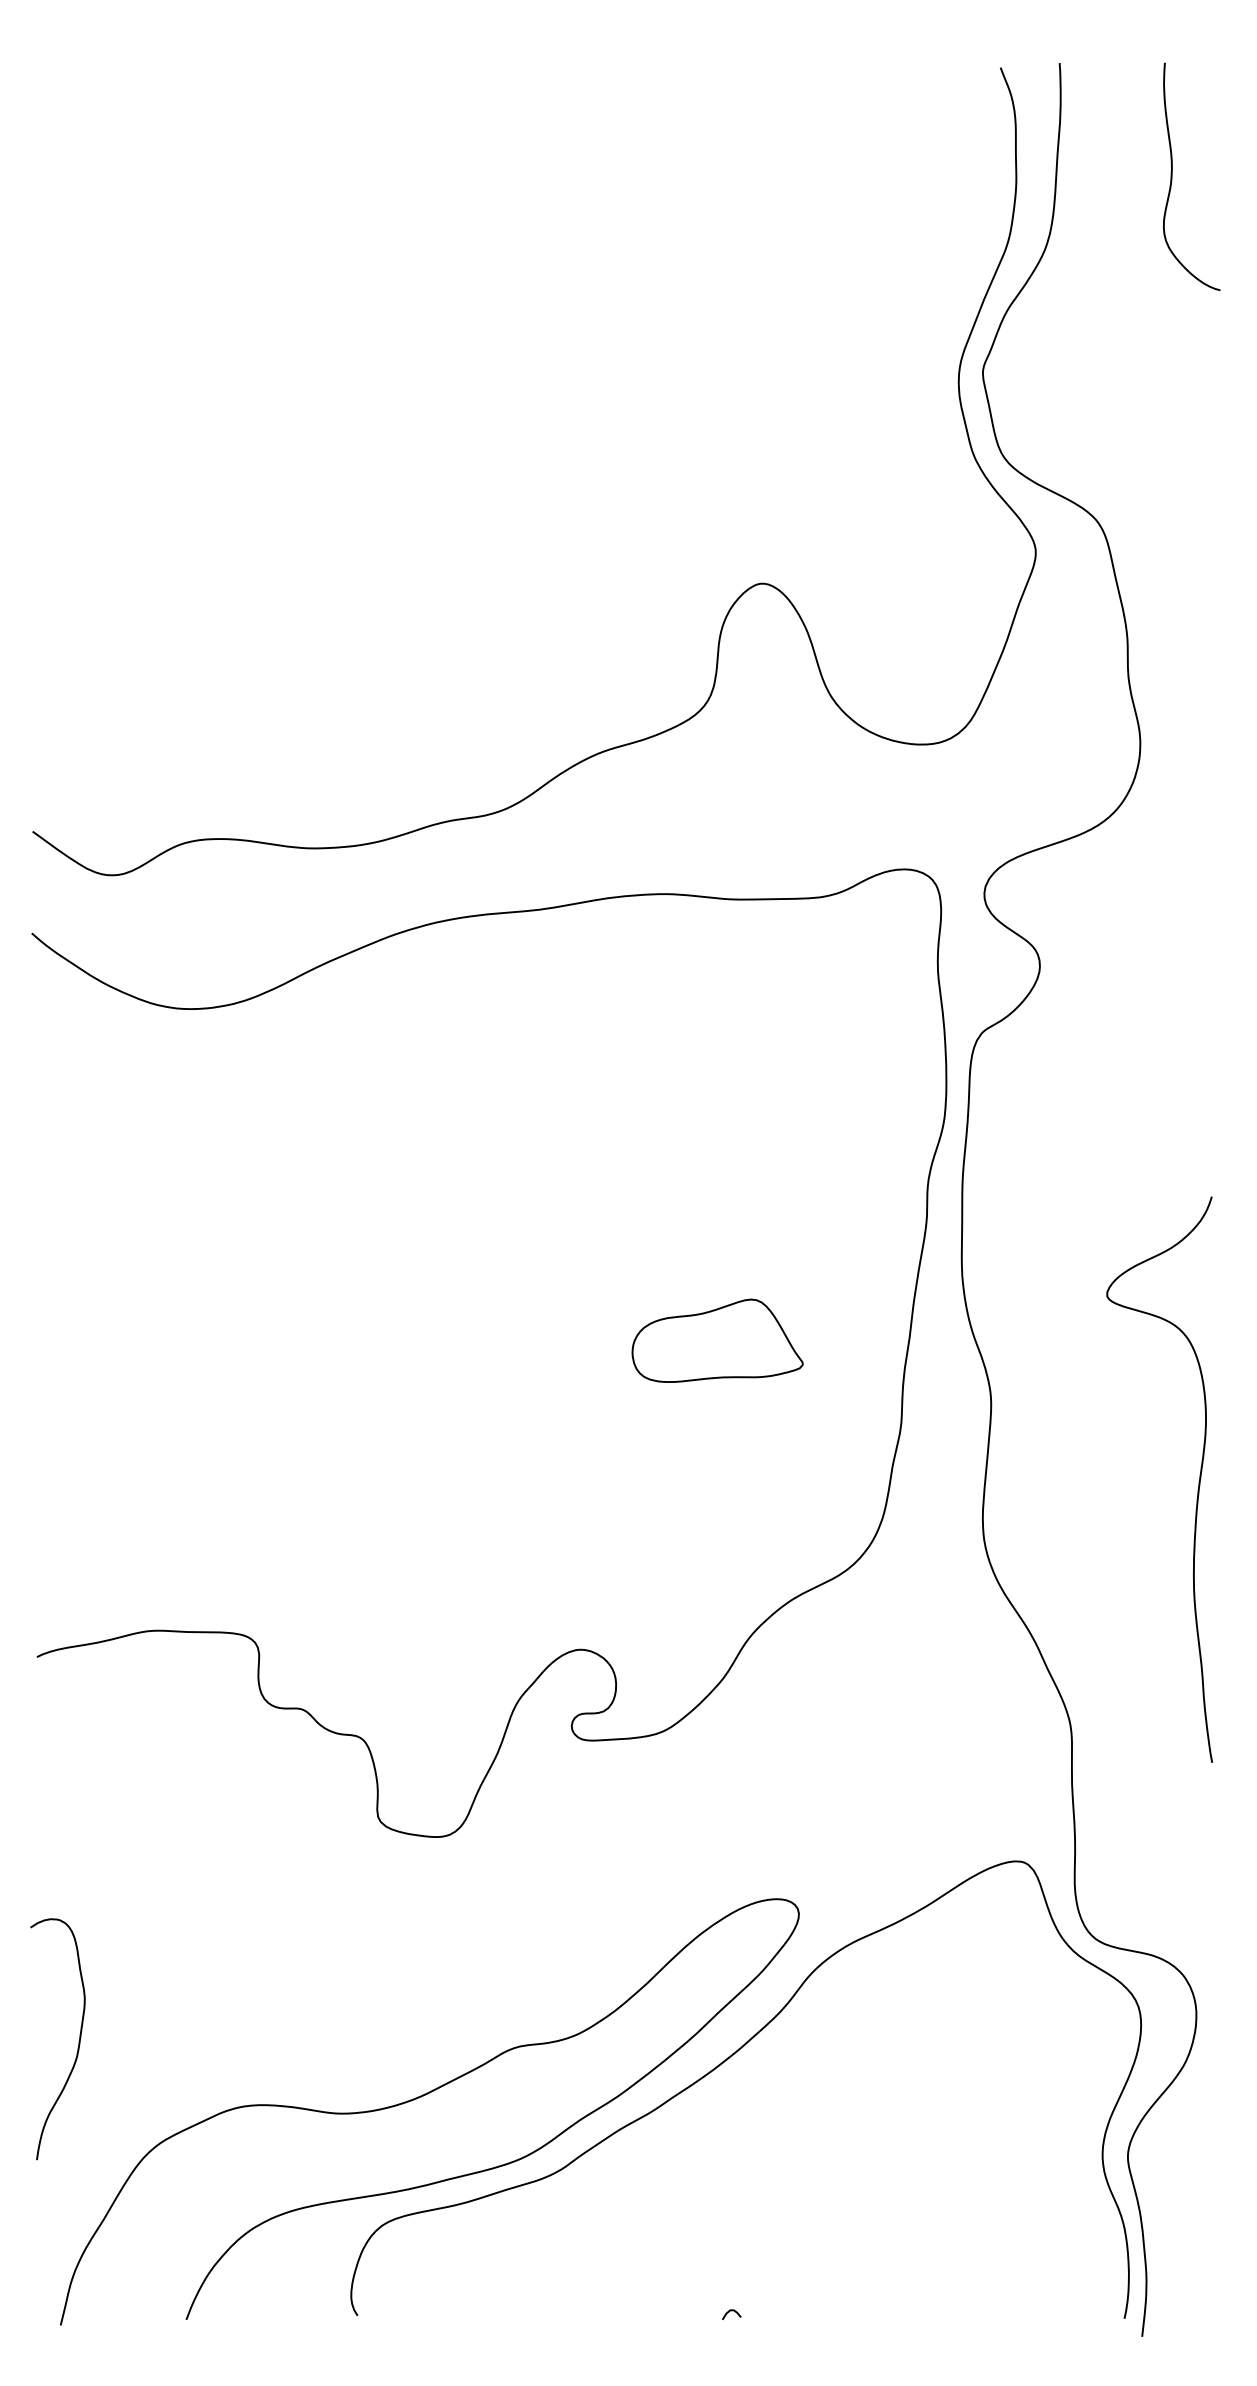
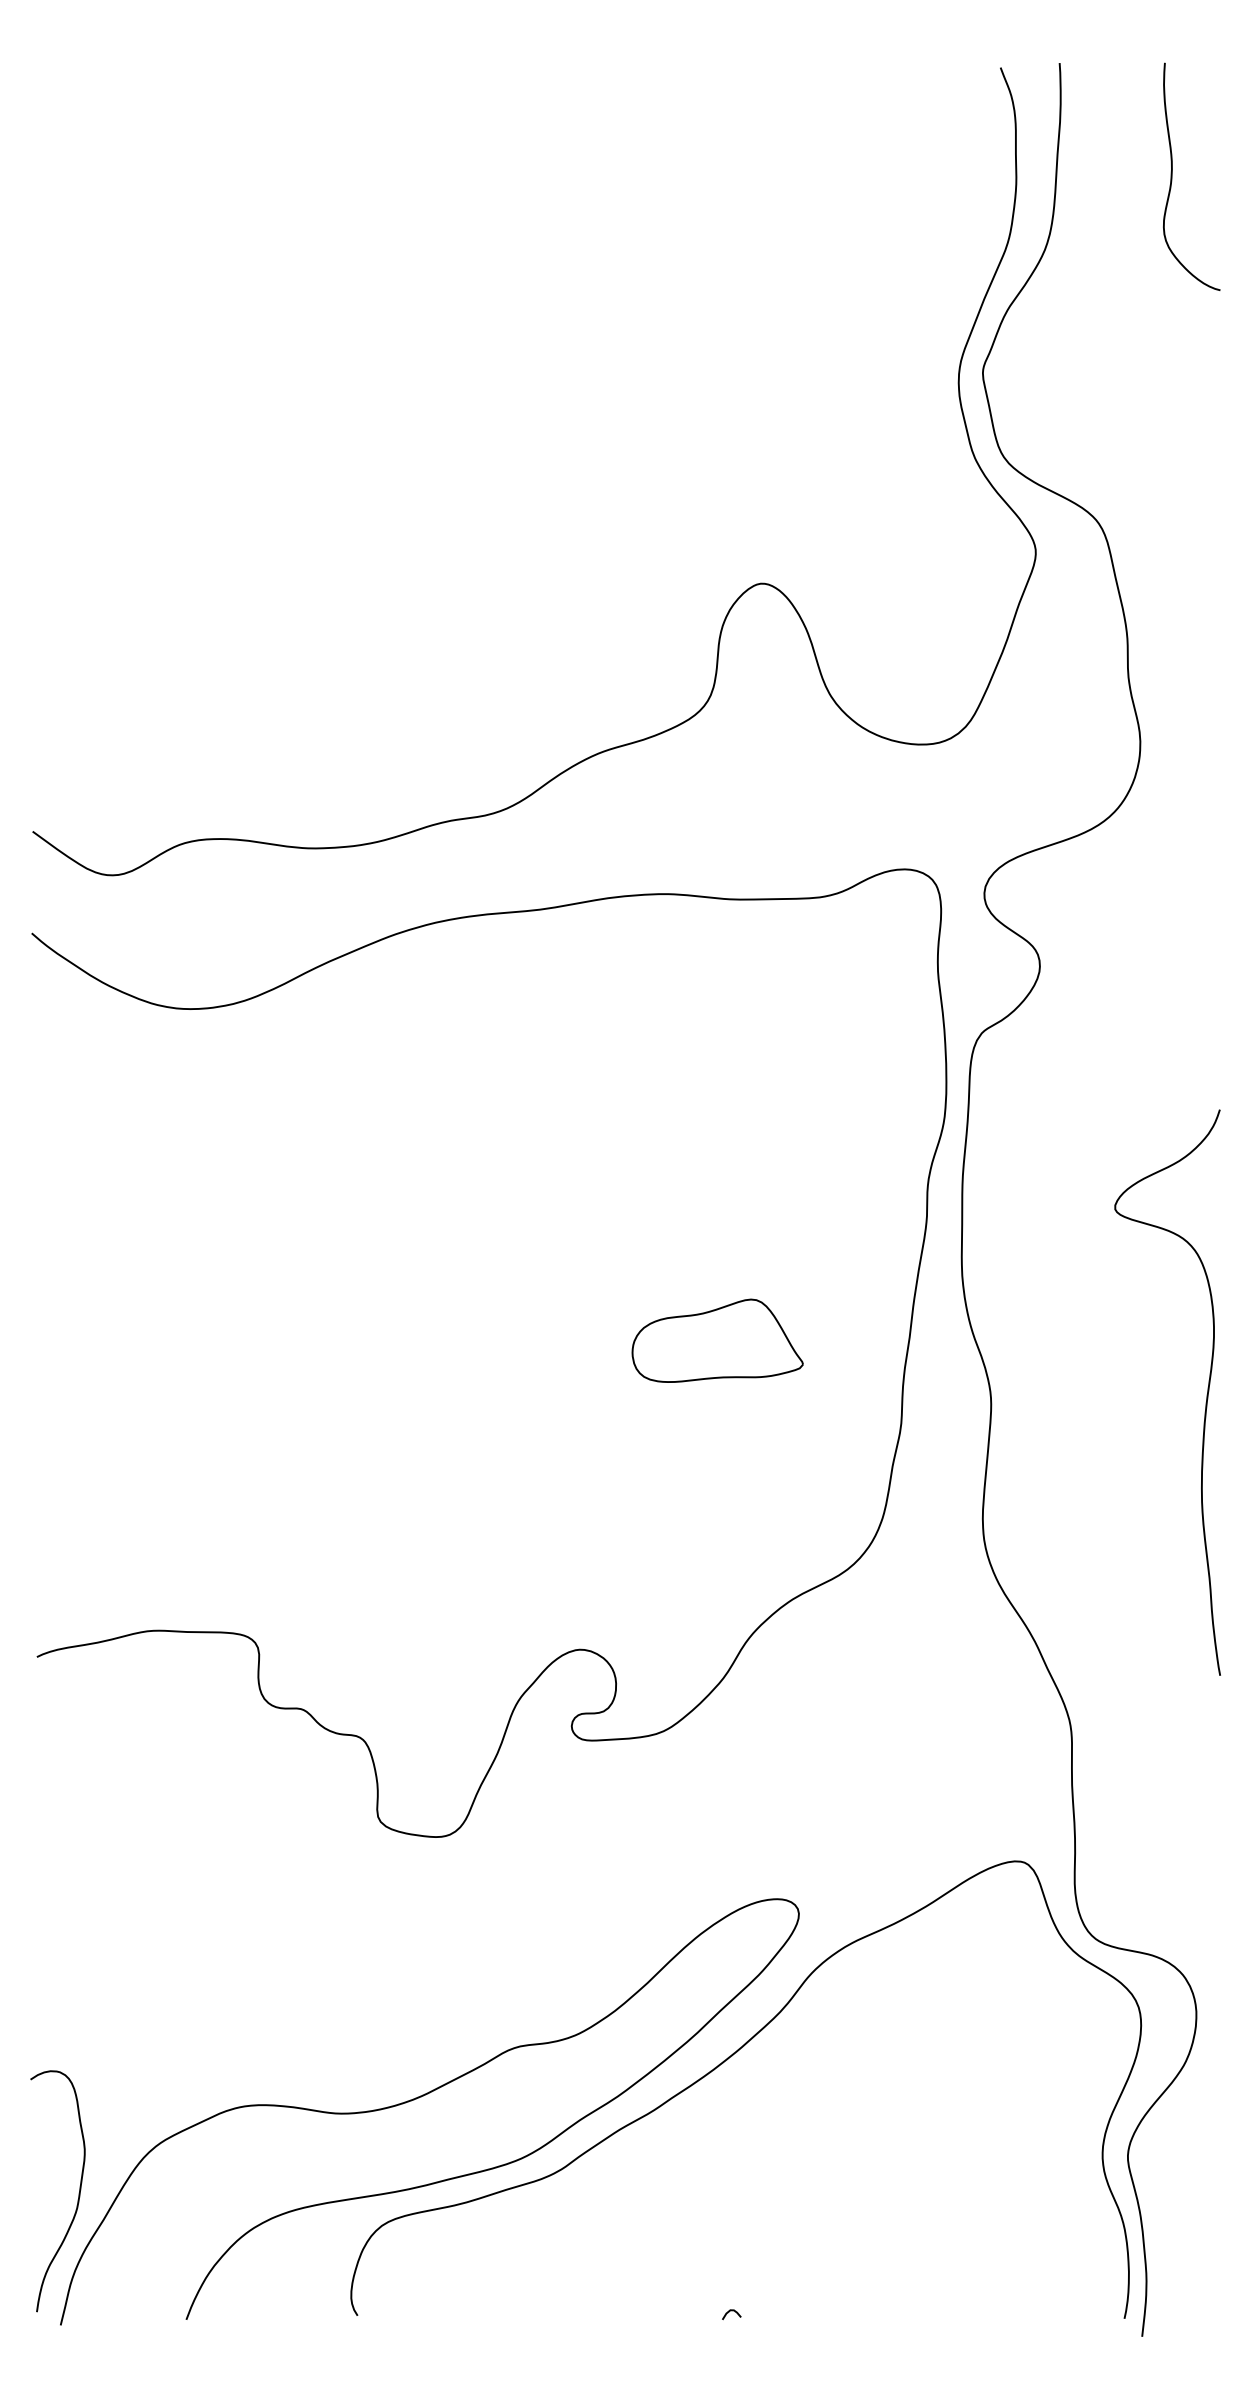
curve at (1198, 1481) position: (1198, 1481) -> (1206, 1394)
curve at (78, 2041) position: (78, 2041) -> (78, 2193)
